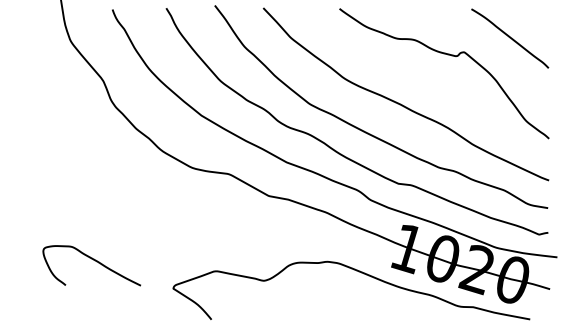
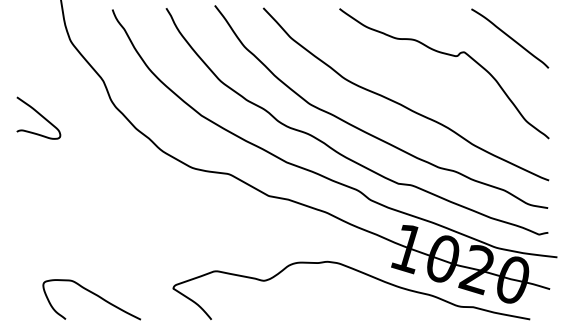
curve at (39, 115): none -> present
curve at (93, 260) position: (93, 260) -> (93, 294)
